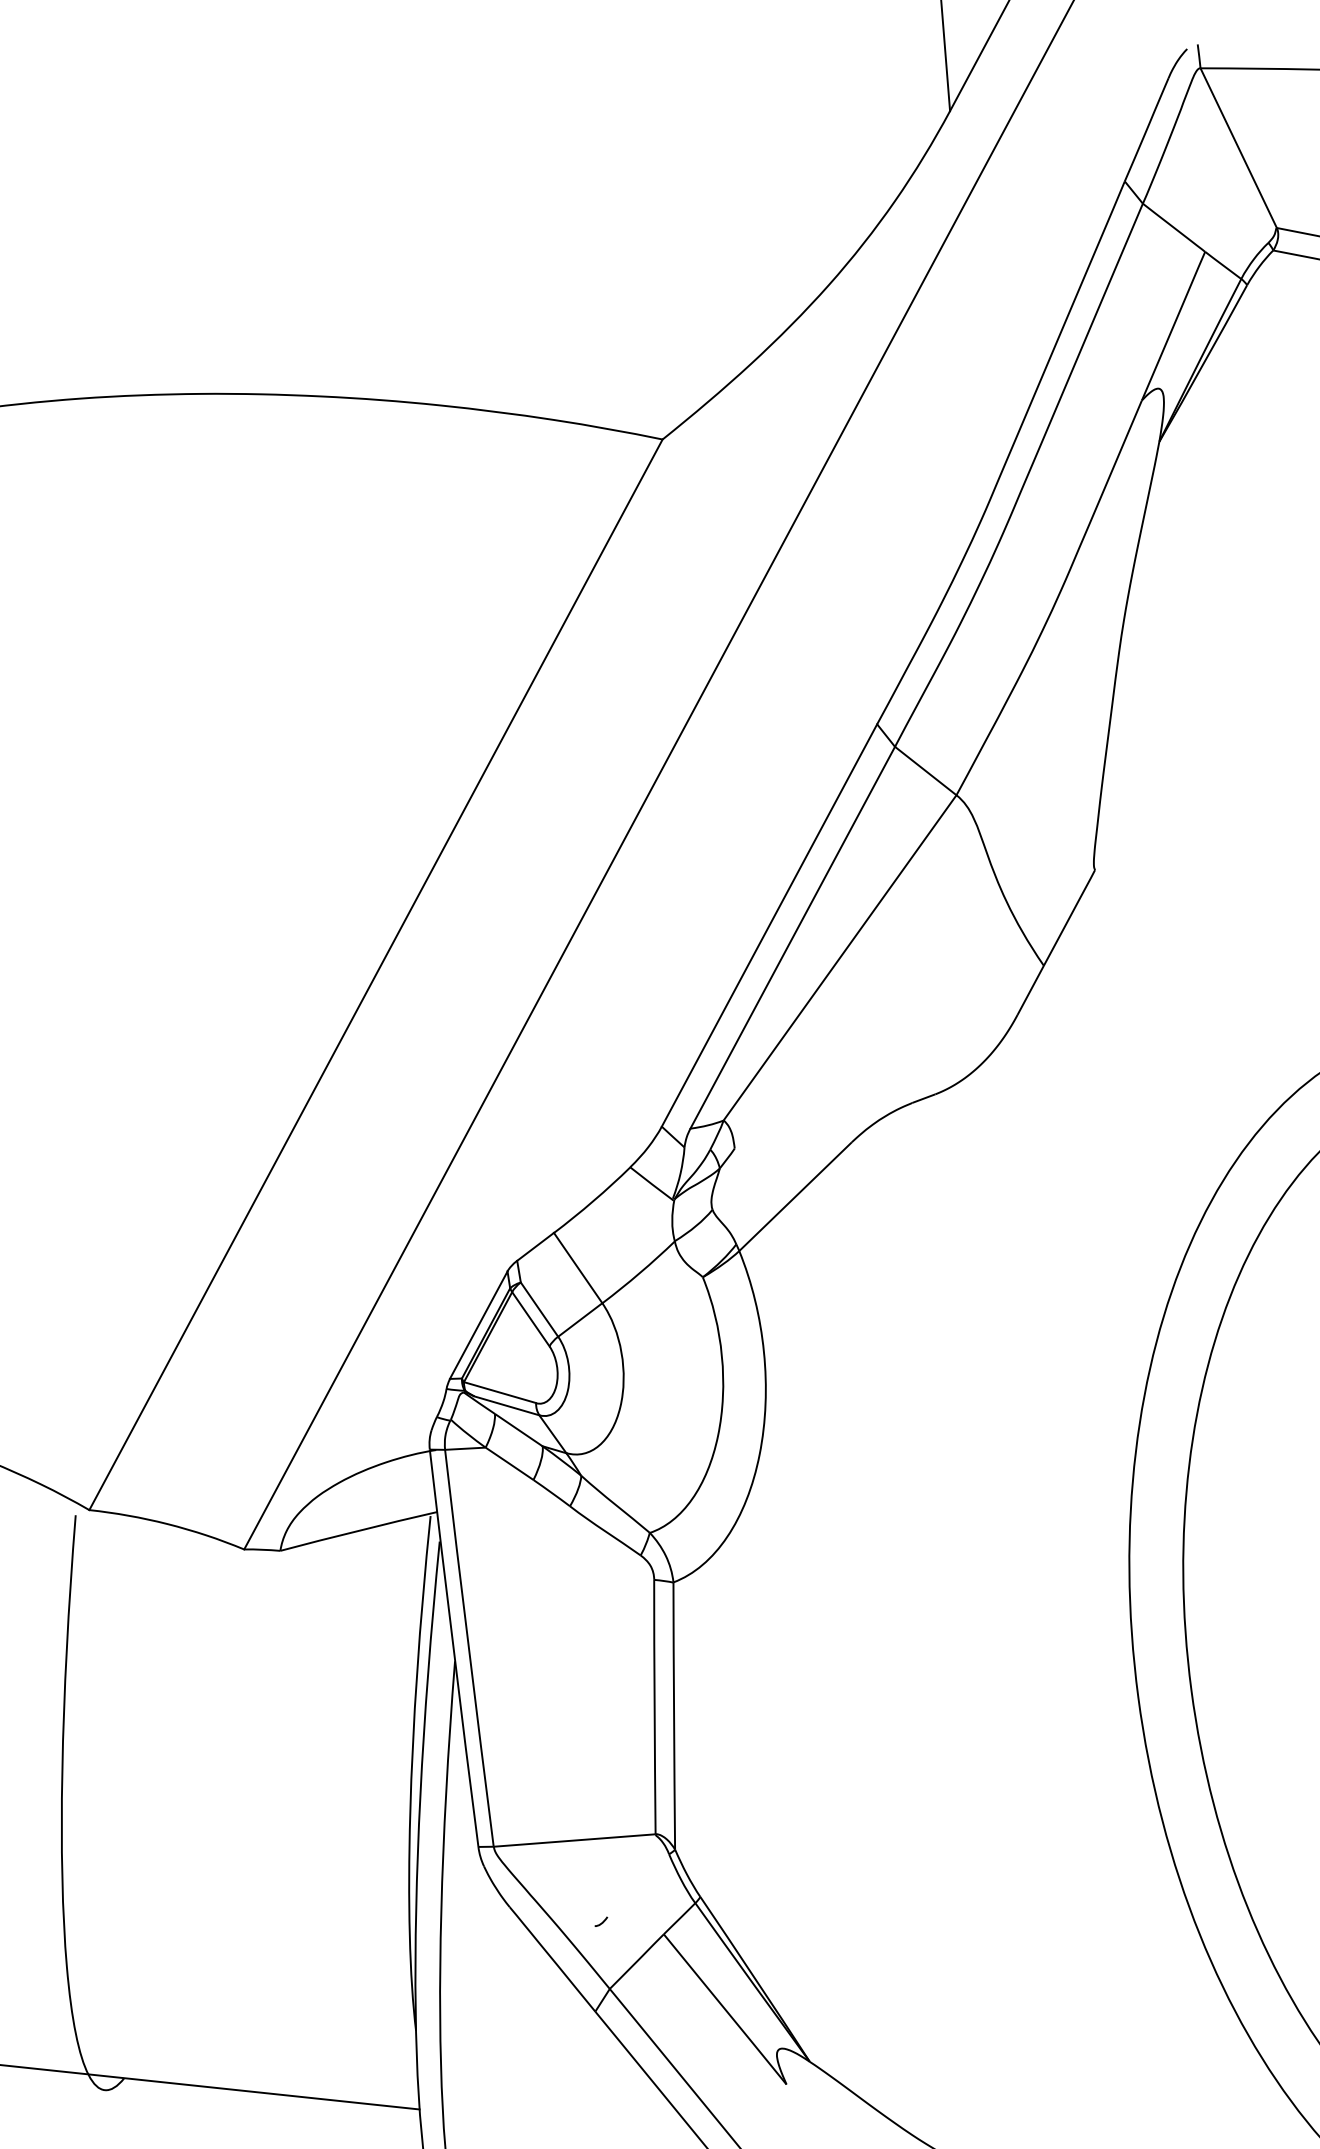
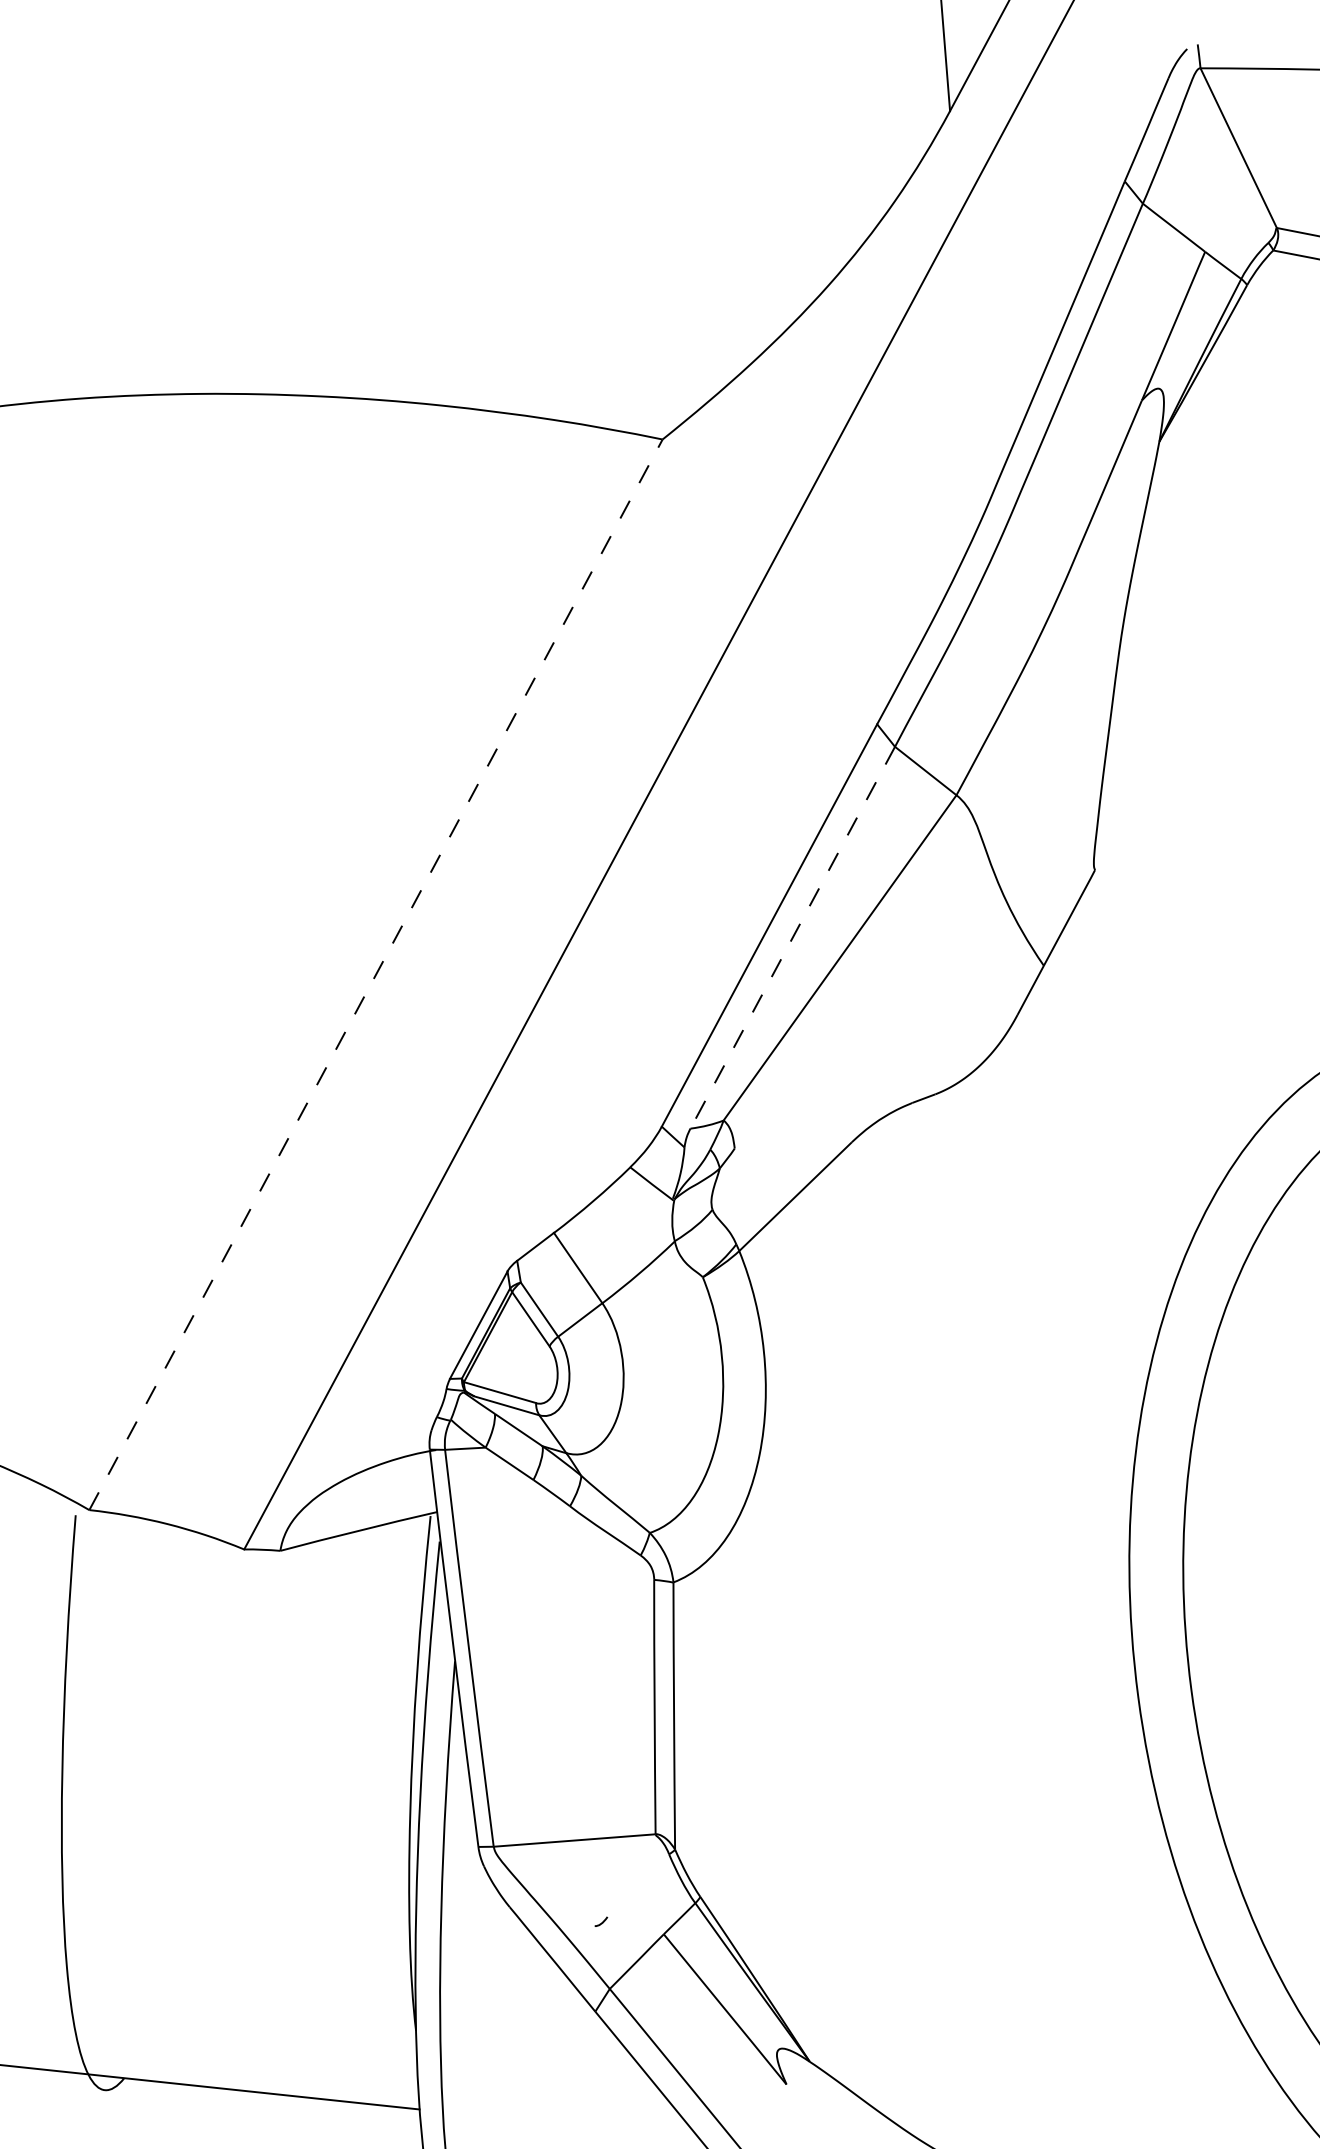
line at (792, 938): solid -> dashed
line at (376, 974): solid -> dashed
